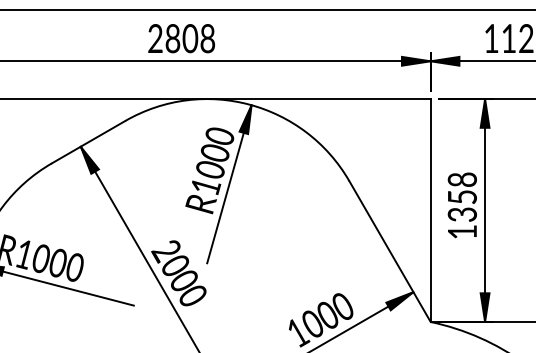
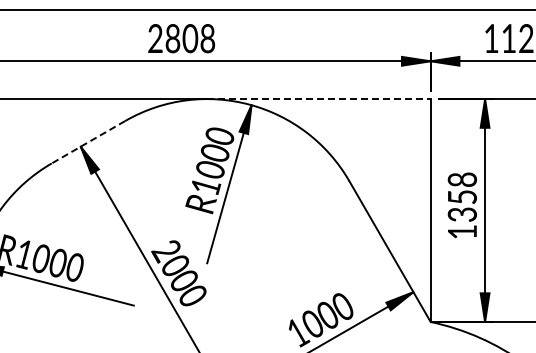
line at (318, 99): solid -> dashed
line at (88, 142): solid -> dashed
